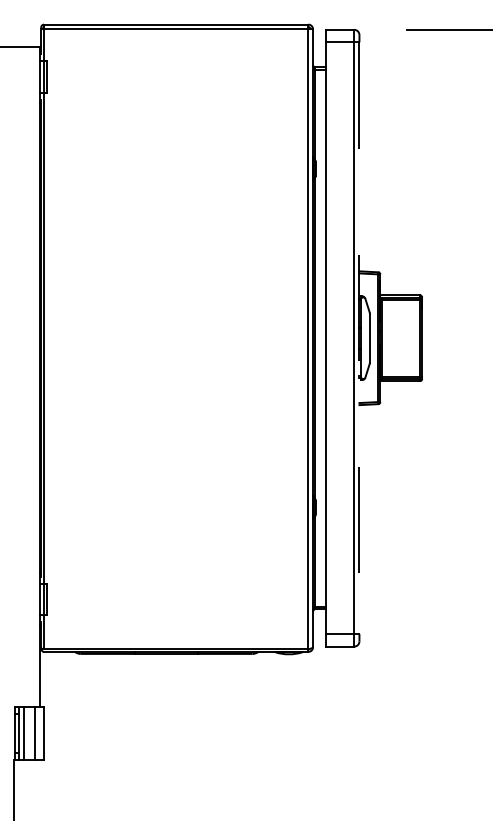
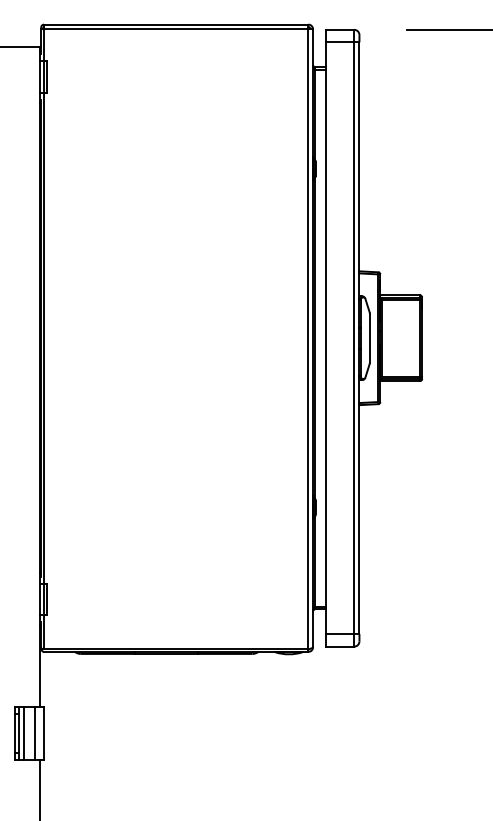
line at (359, 338): dashed -> solid
line at (14, 788) position: (14, 788) -> (40, 788)
